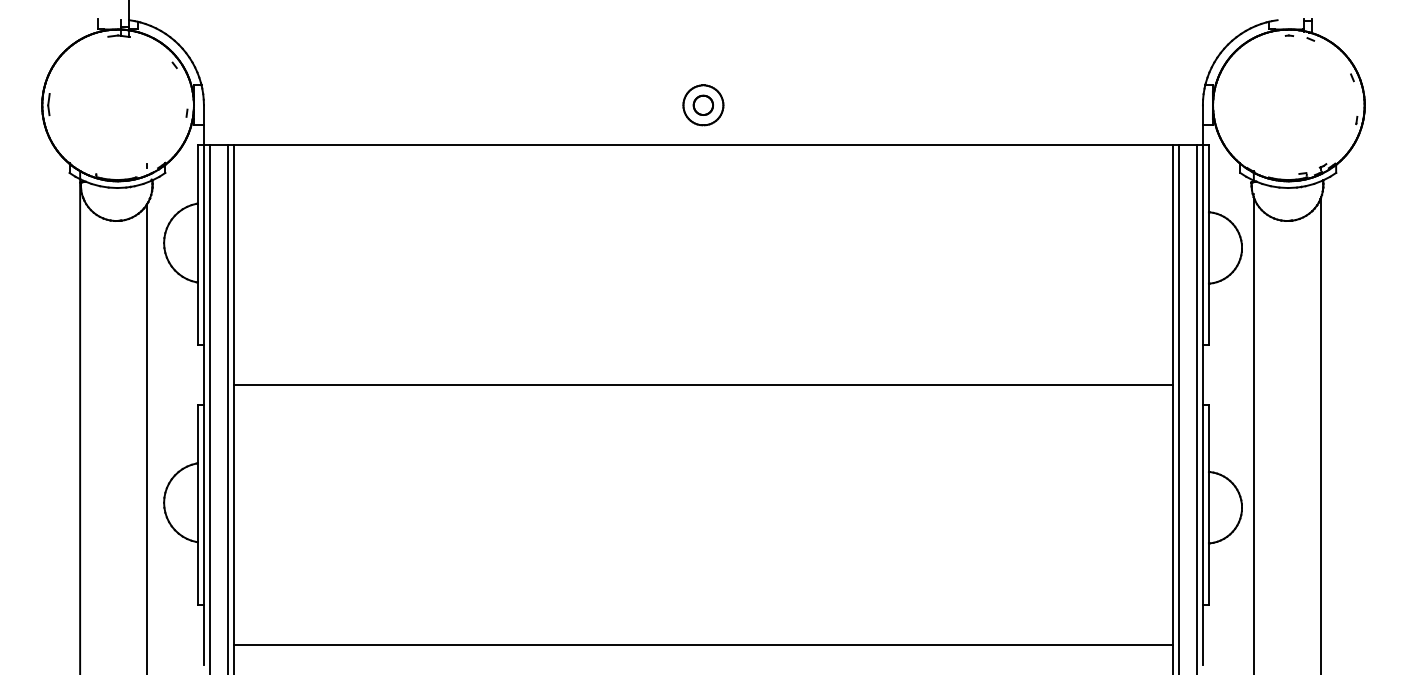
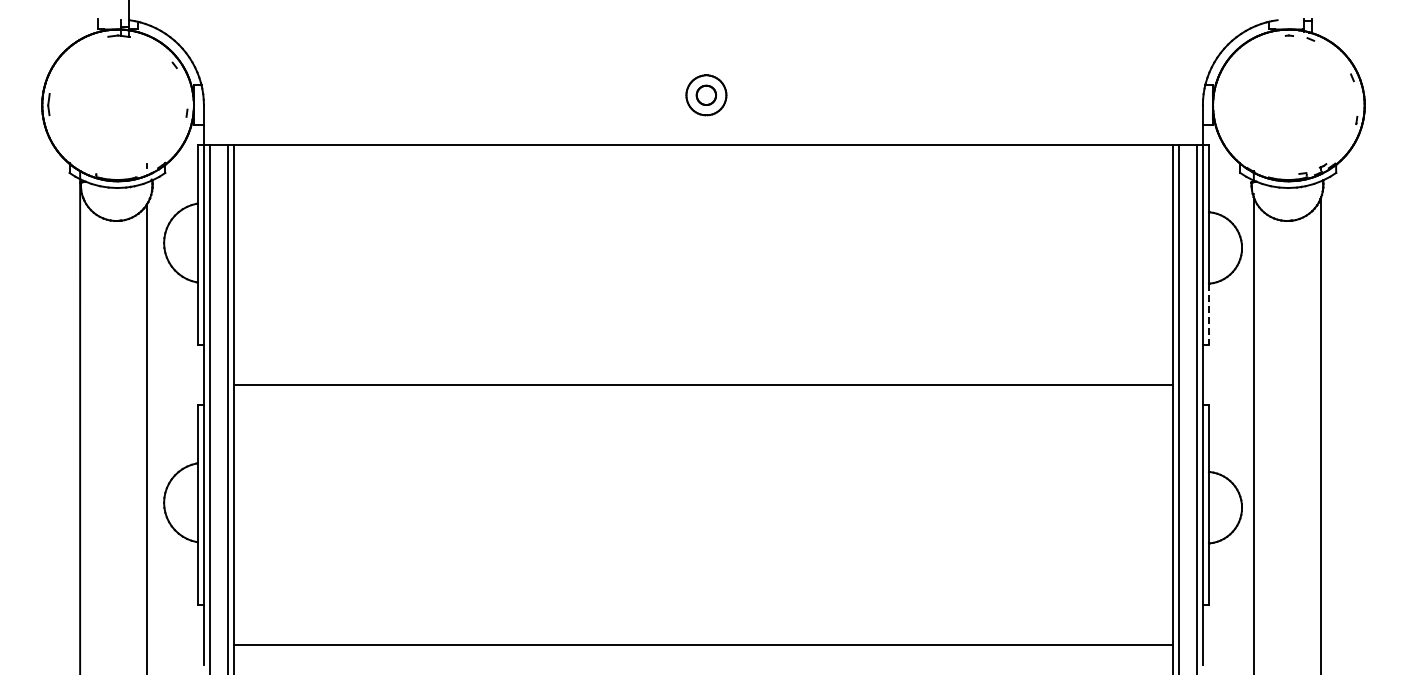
part at (703, 105) position: (703, 105) -> (706, 95)
line at (1208, 314): solid -> dashed
